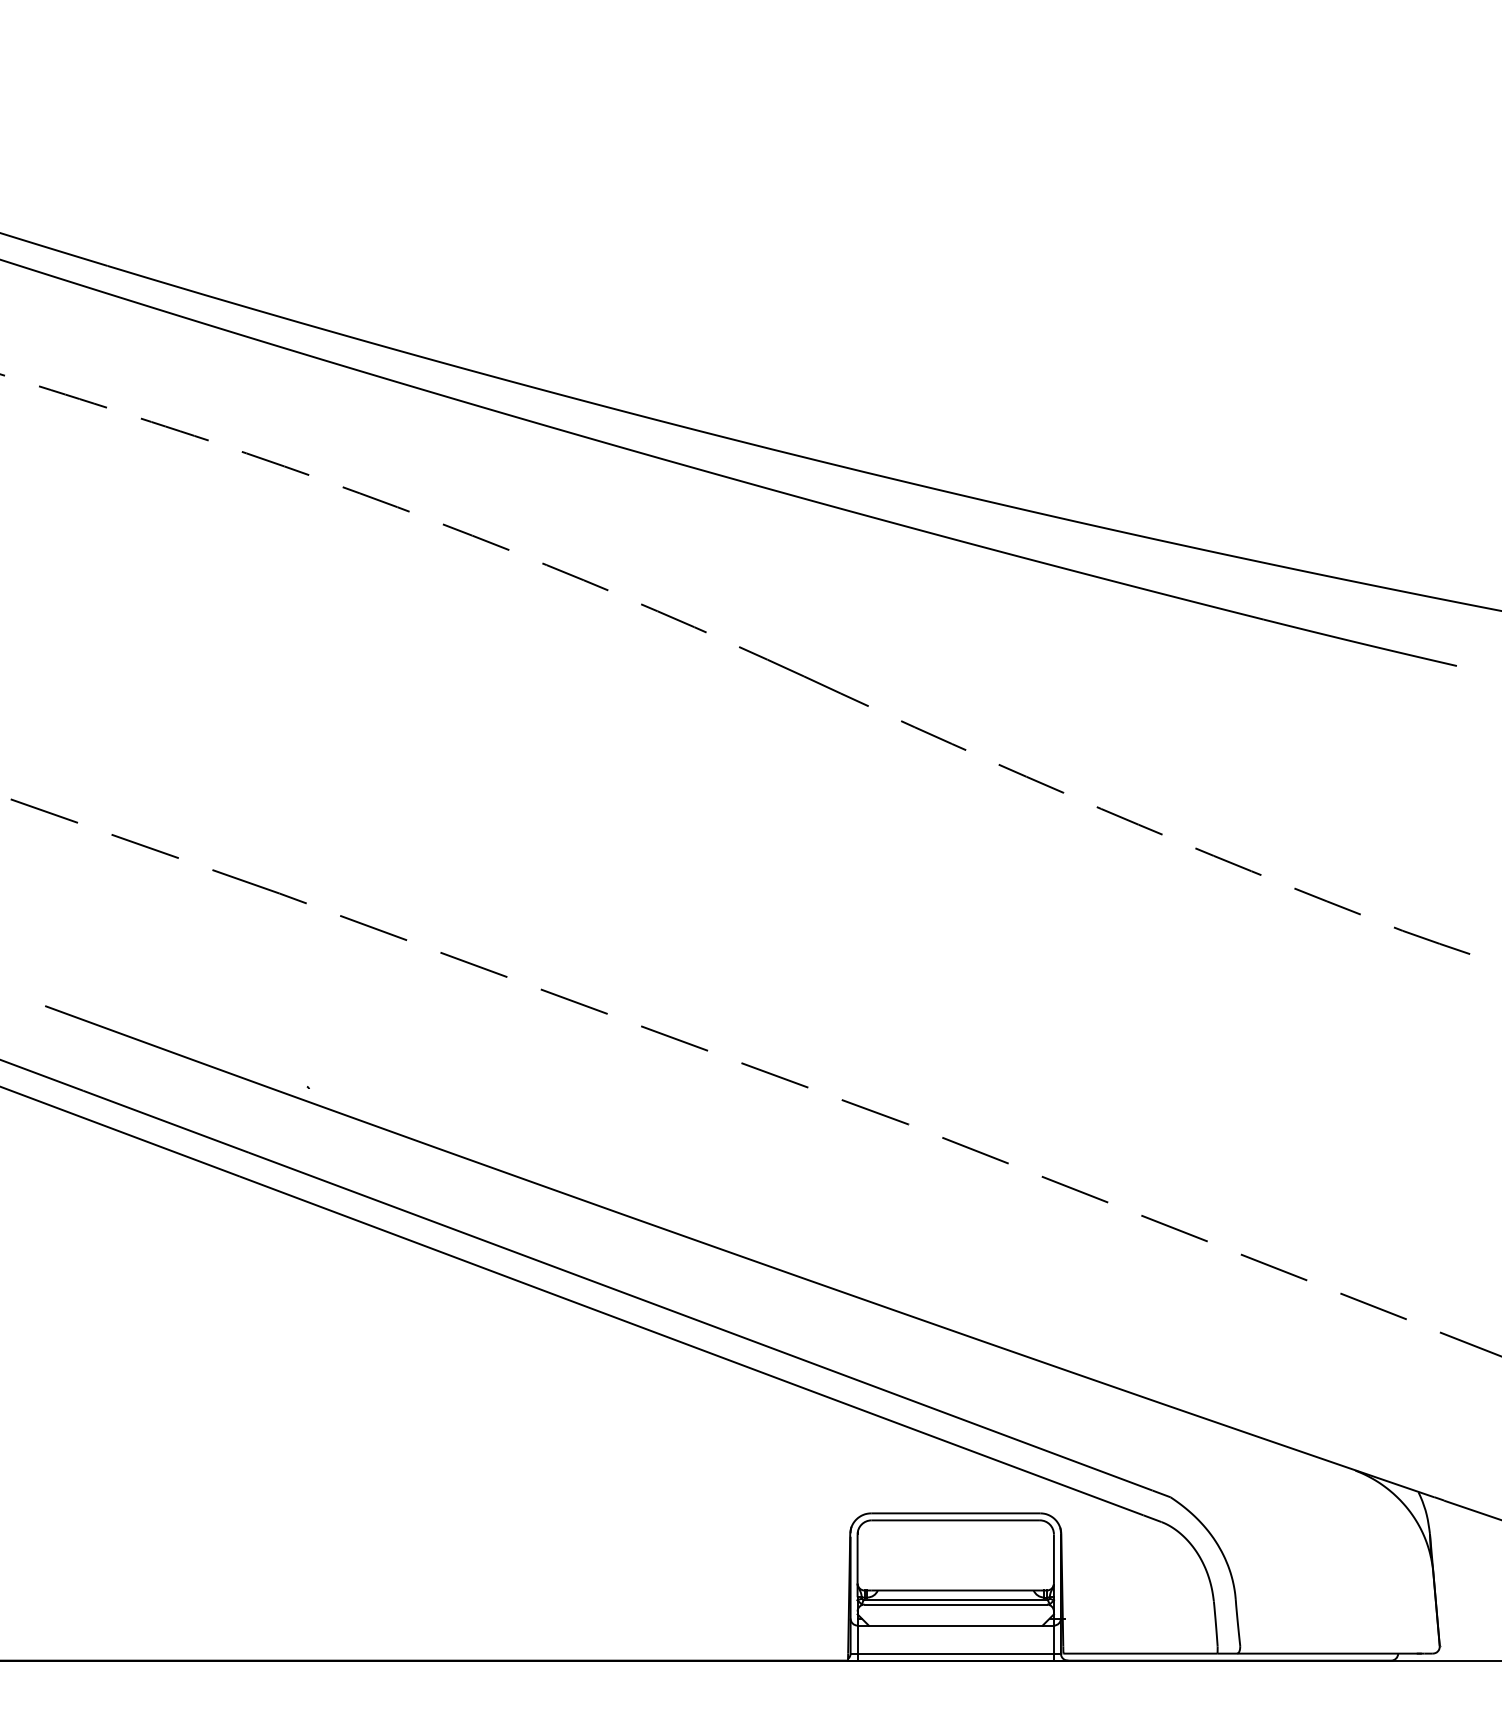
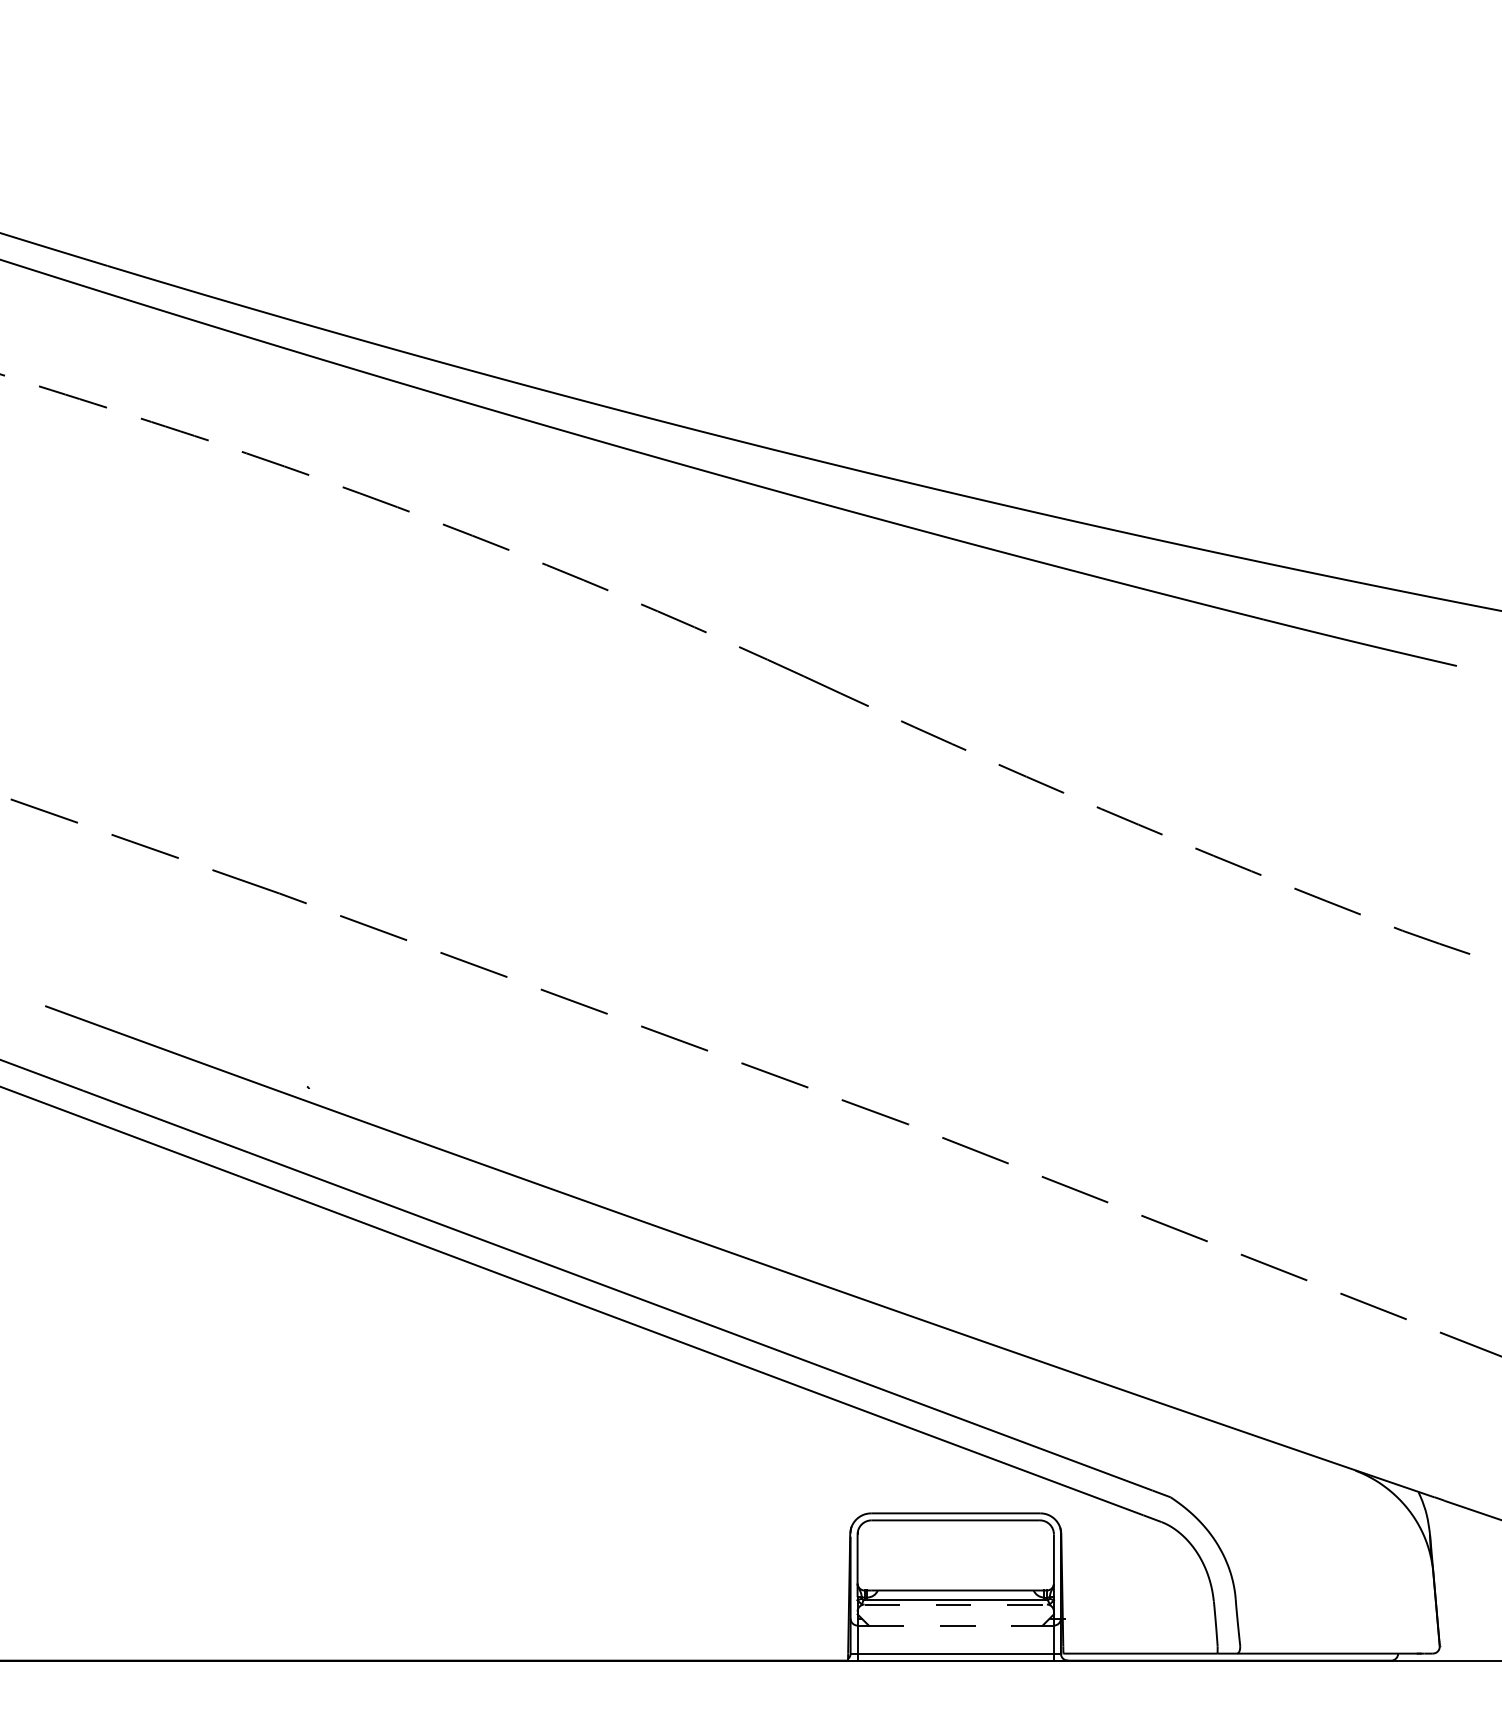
line at (956, 1604): solid -> dashed
line at (955, 1625): solid -> dashed
